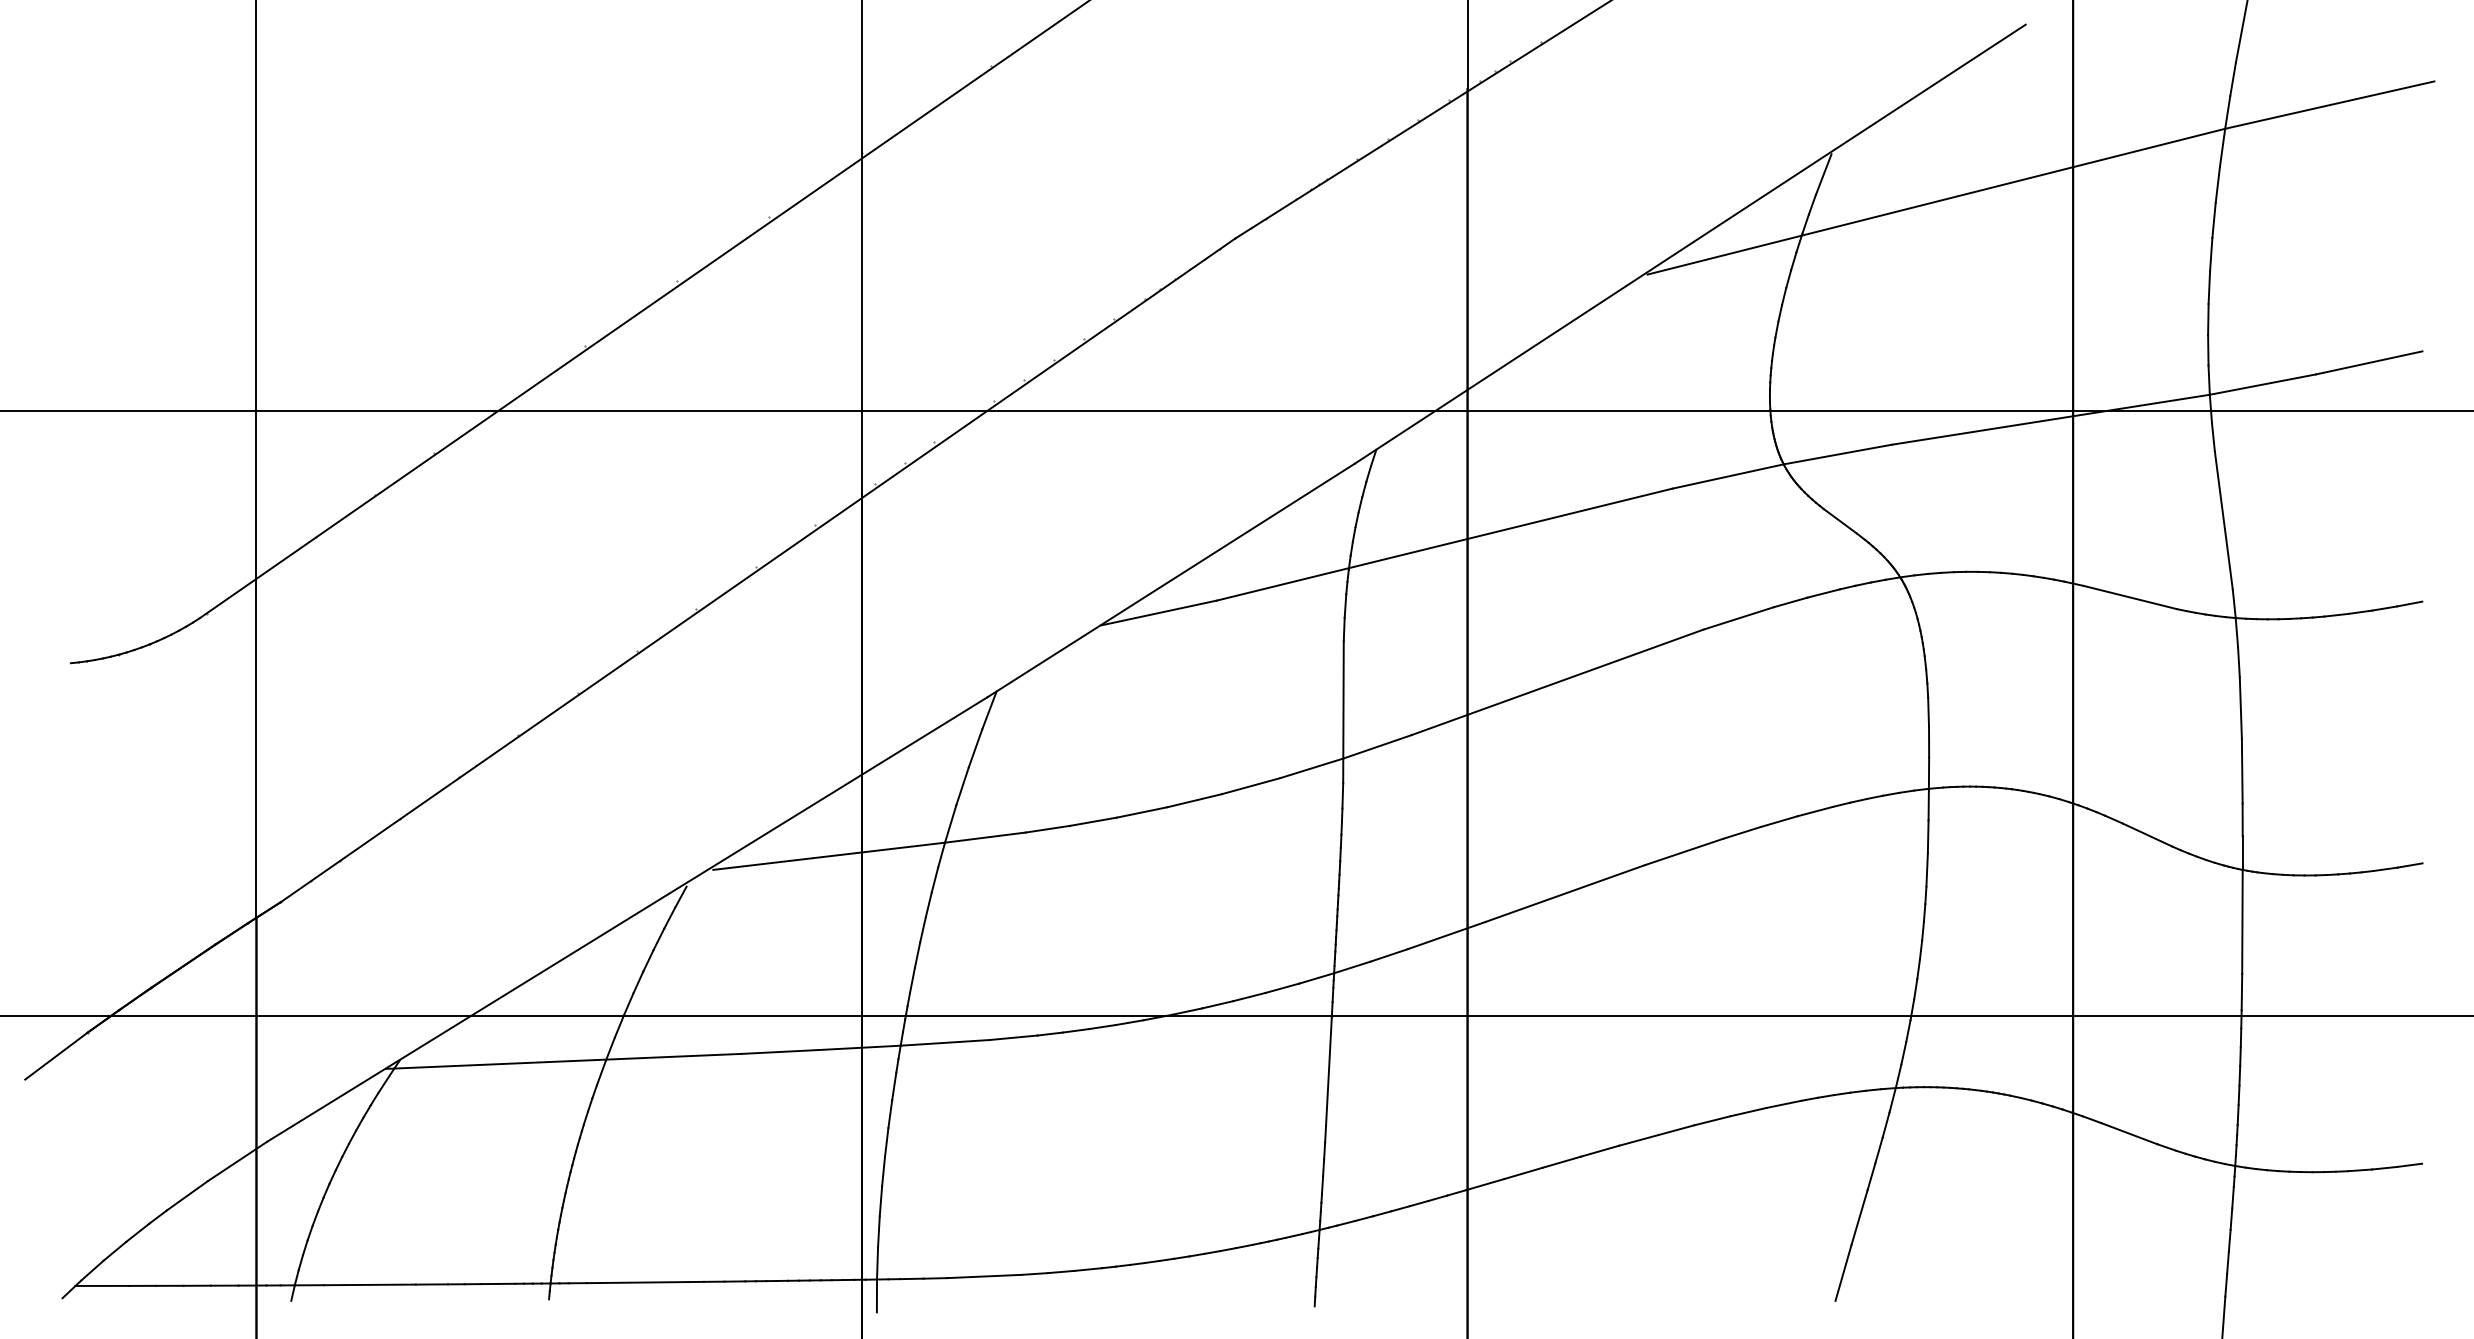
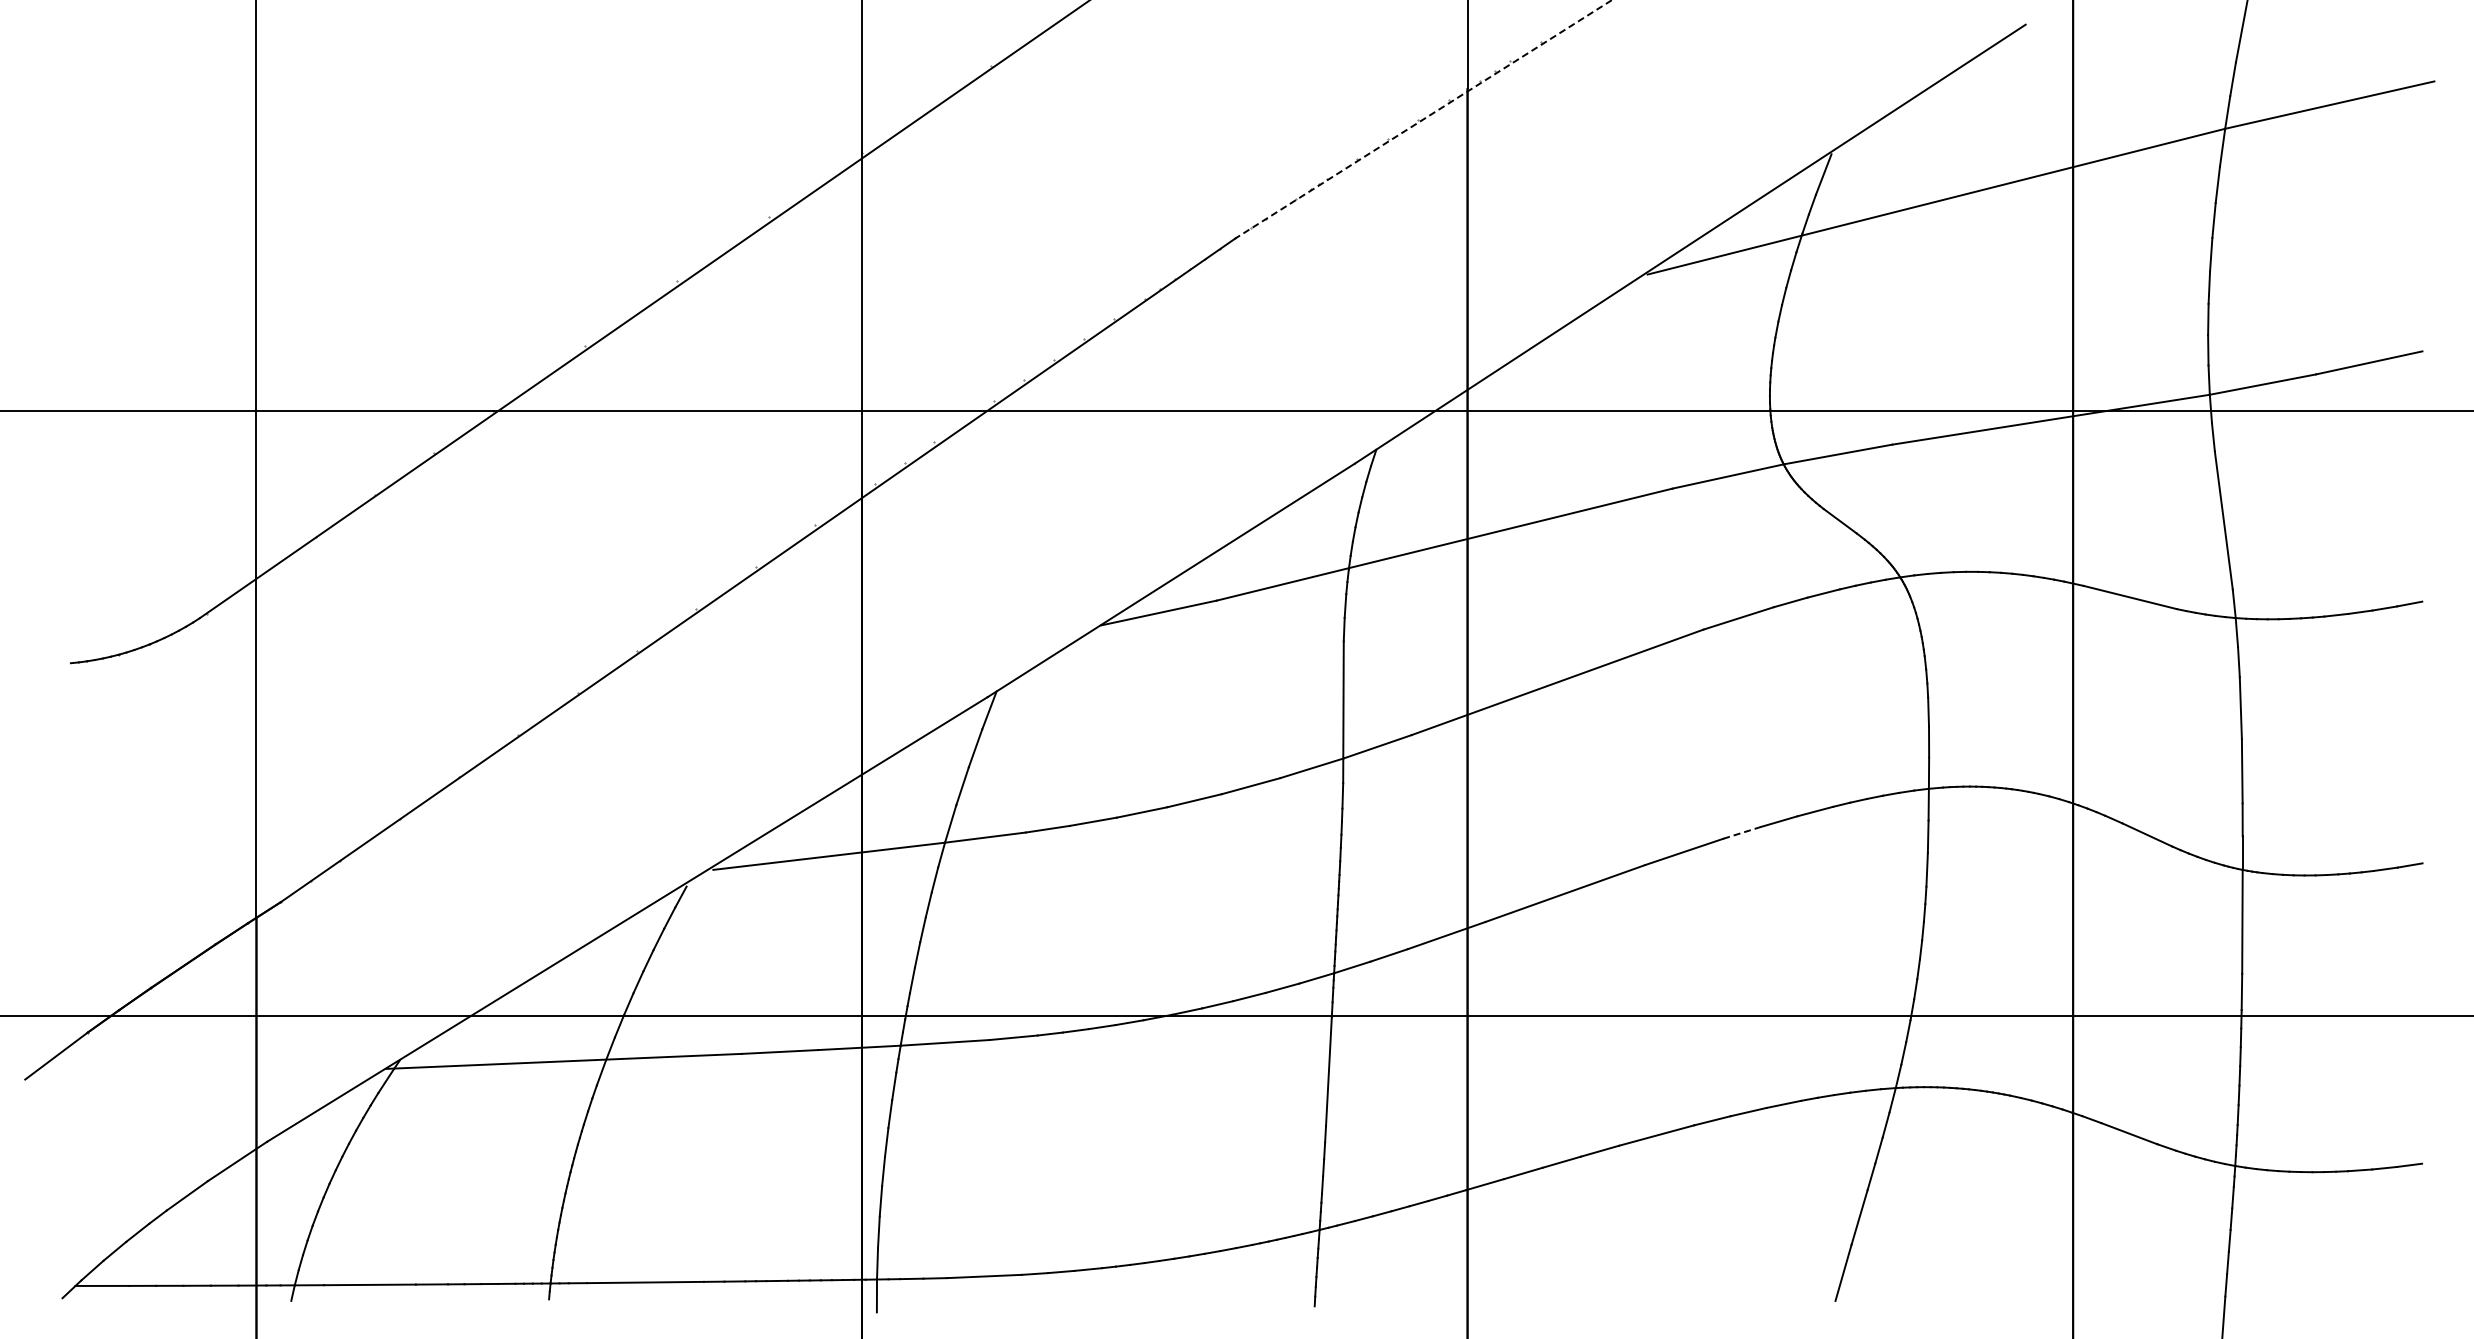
line at (1423, 119): solid -> dashed
line at (1742, 832): solid -> dashed
